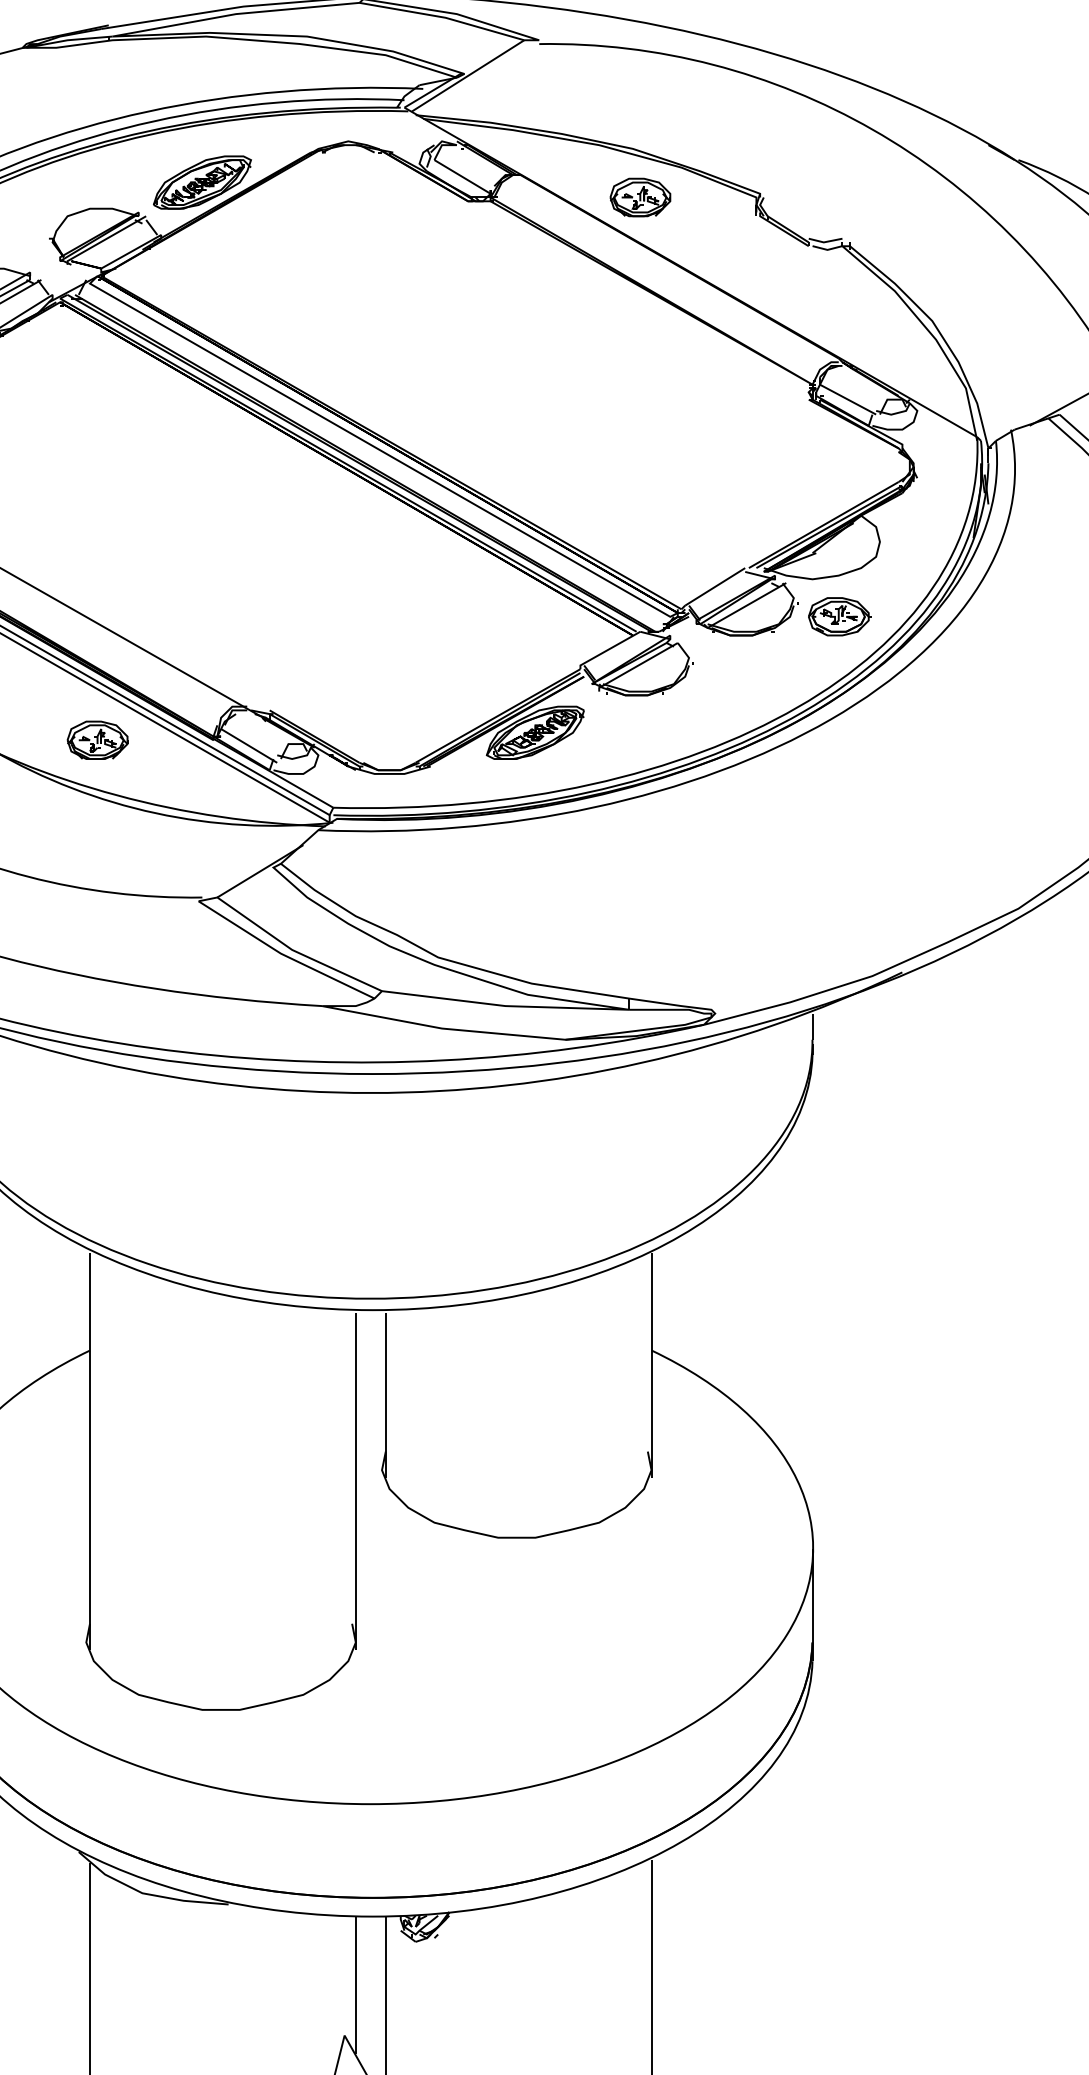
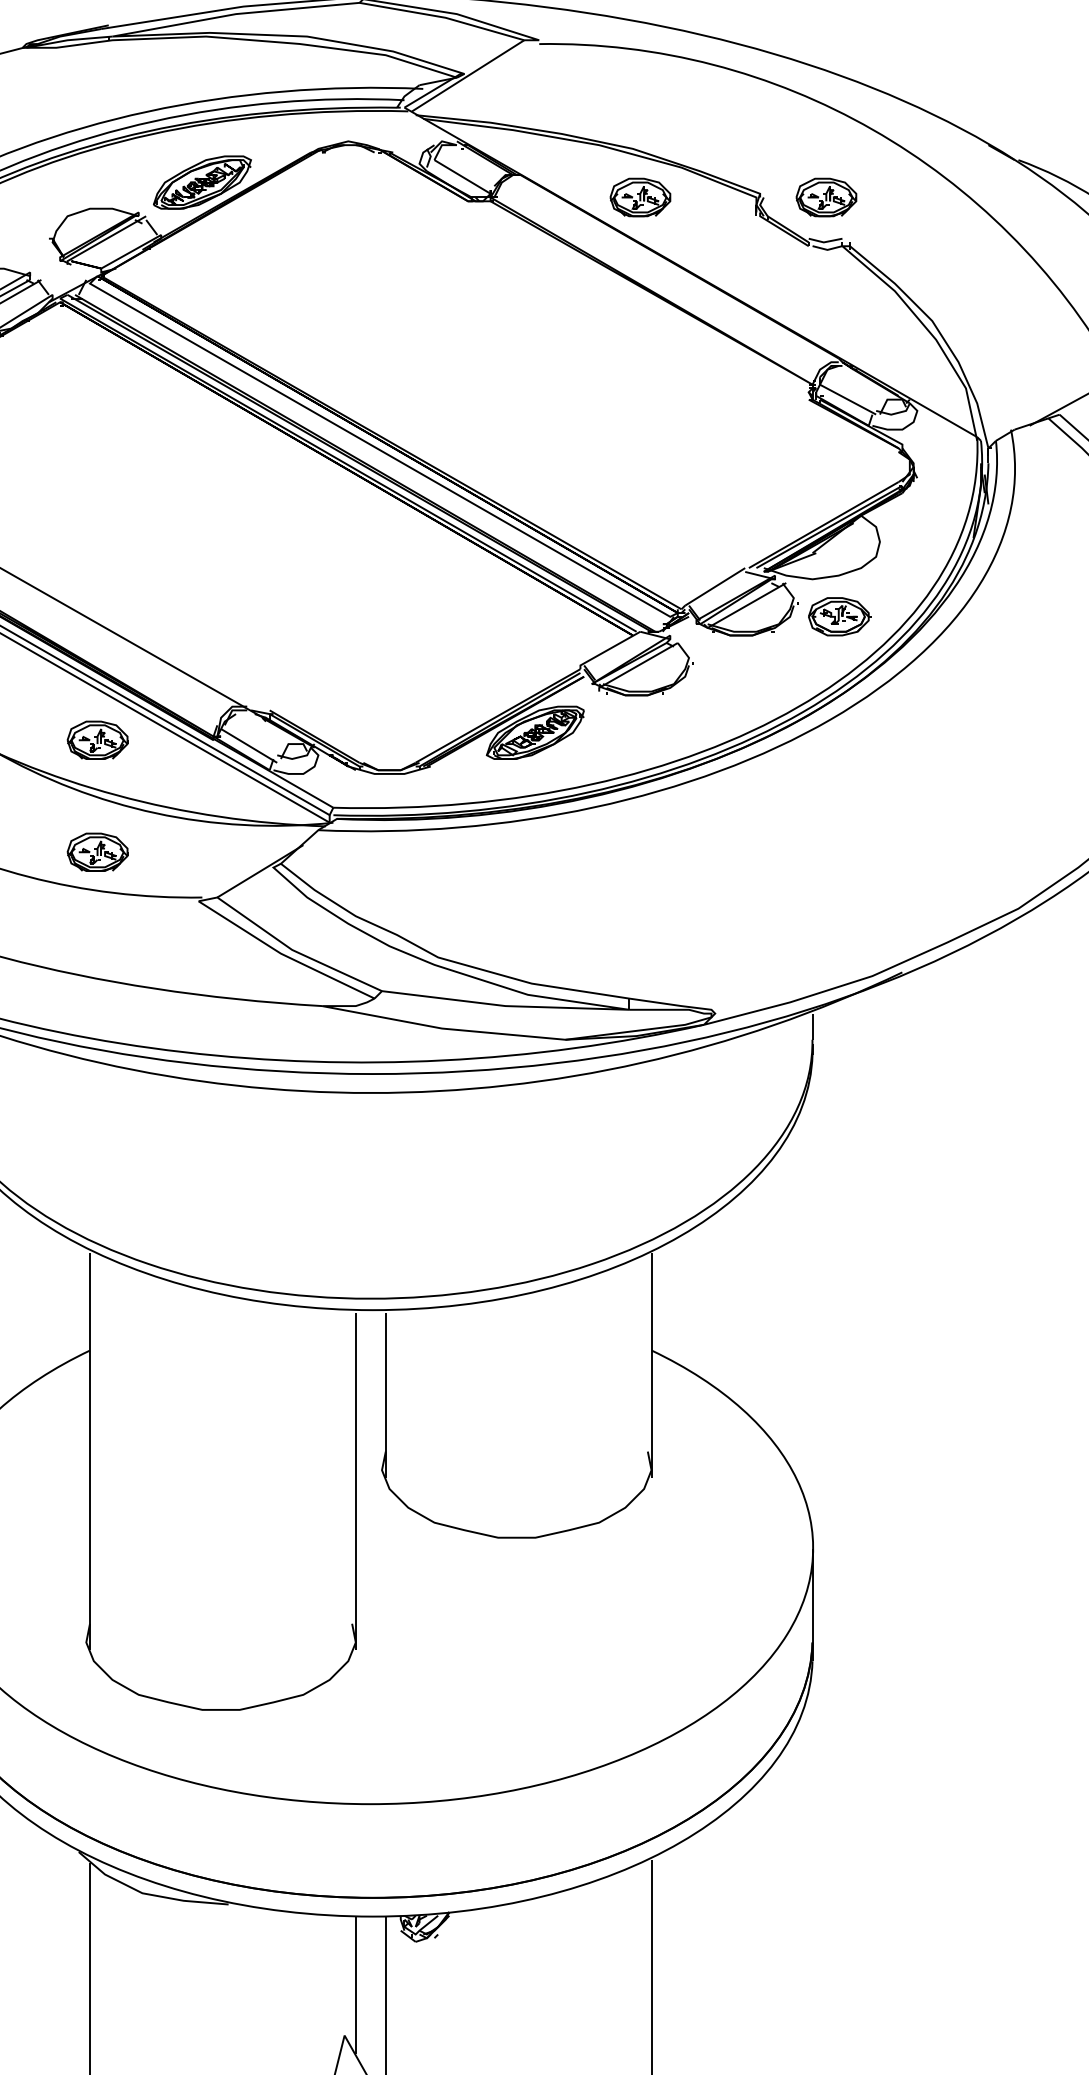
part at (826, 197): none -> present
part at (97, 851): none -> present
